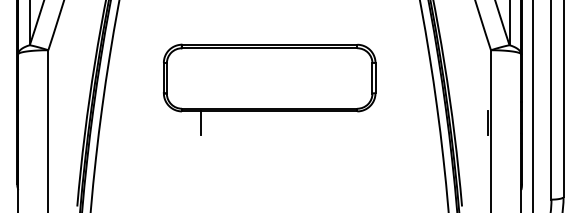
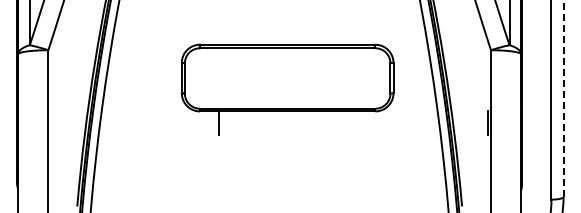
part at (269, 89) position: (269, 89) -> (287, 89)
line at (563, 99): solid -> dashed
line at (533, 105): present -> none
